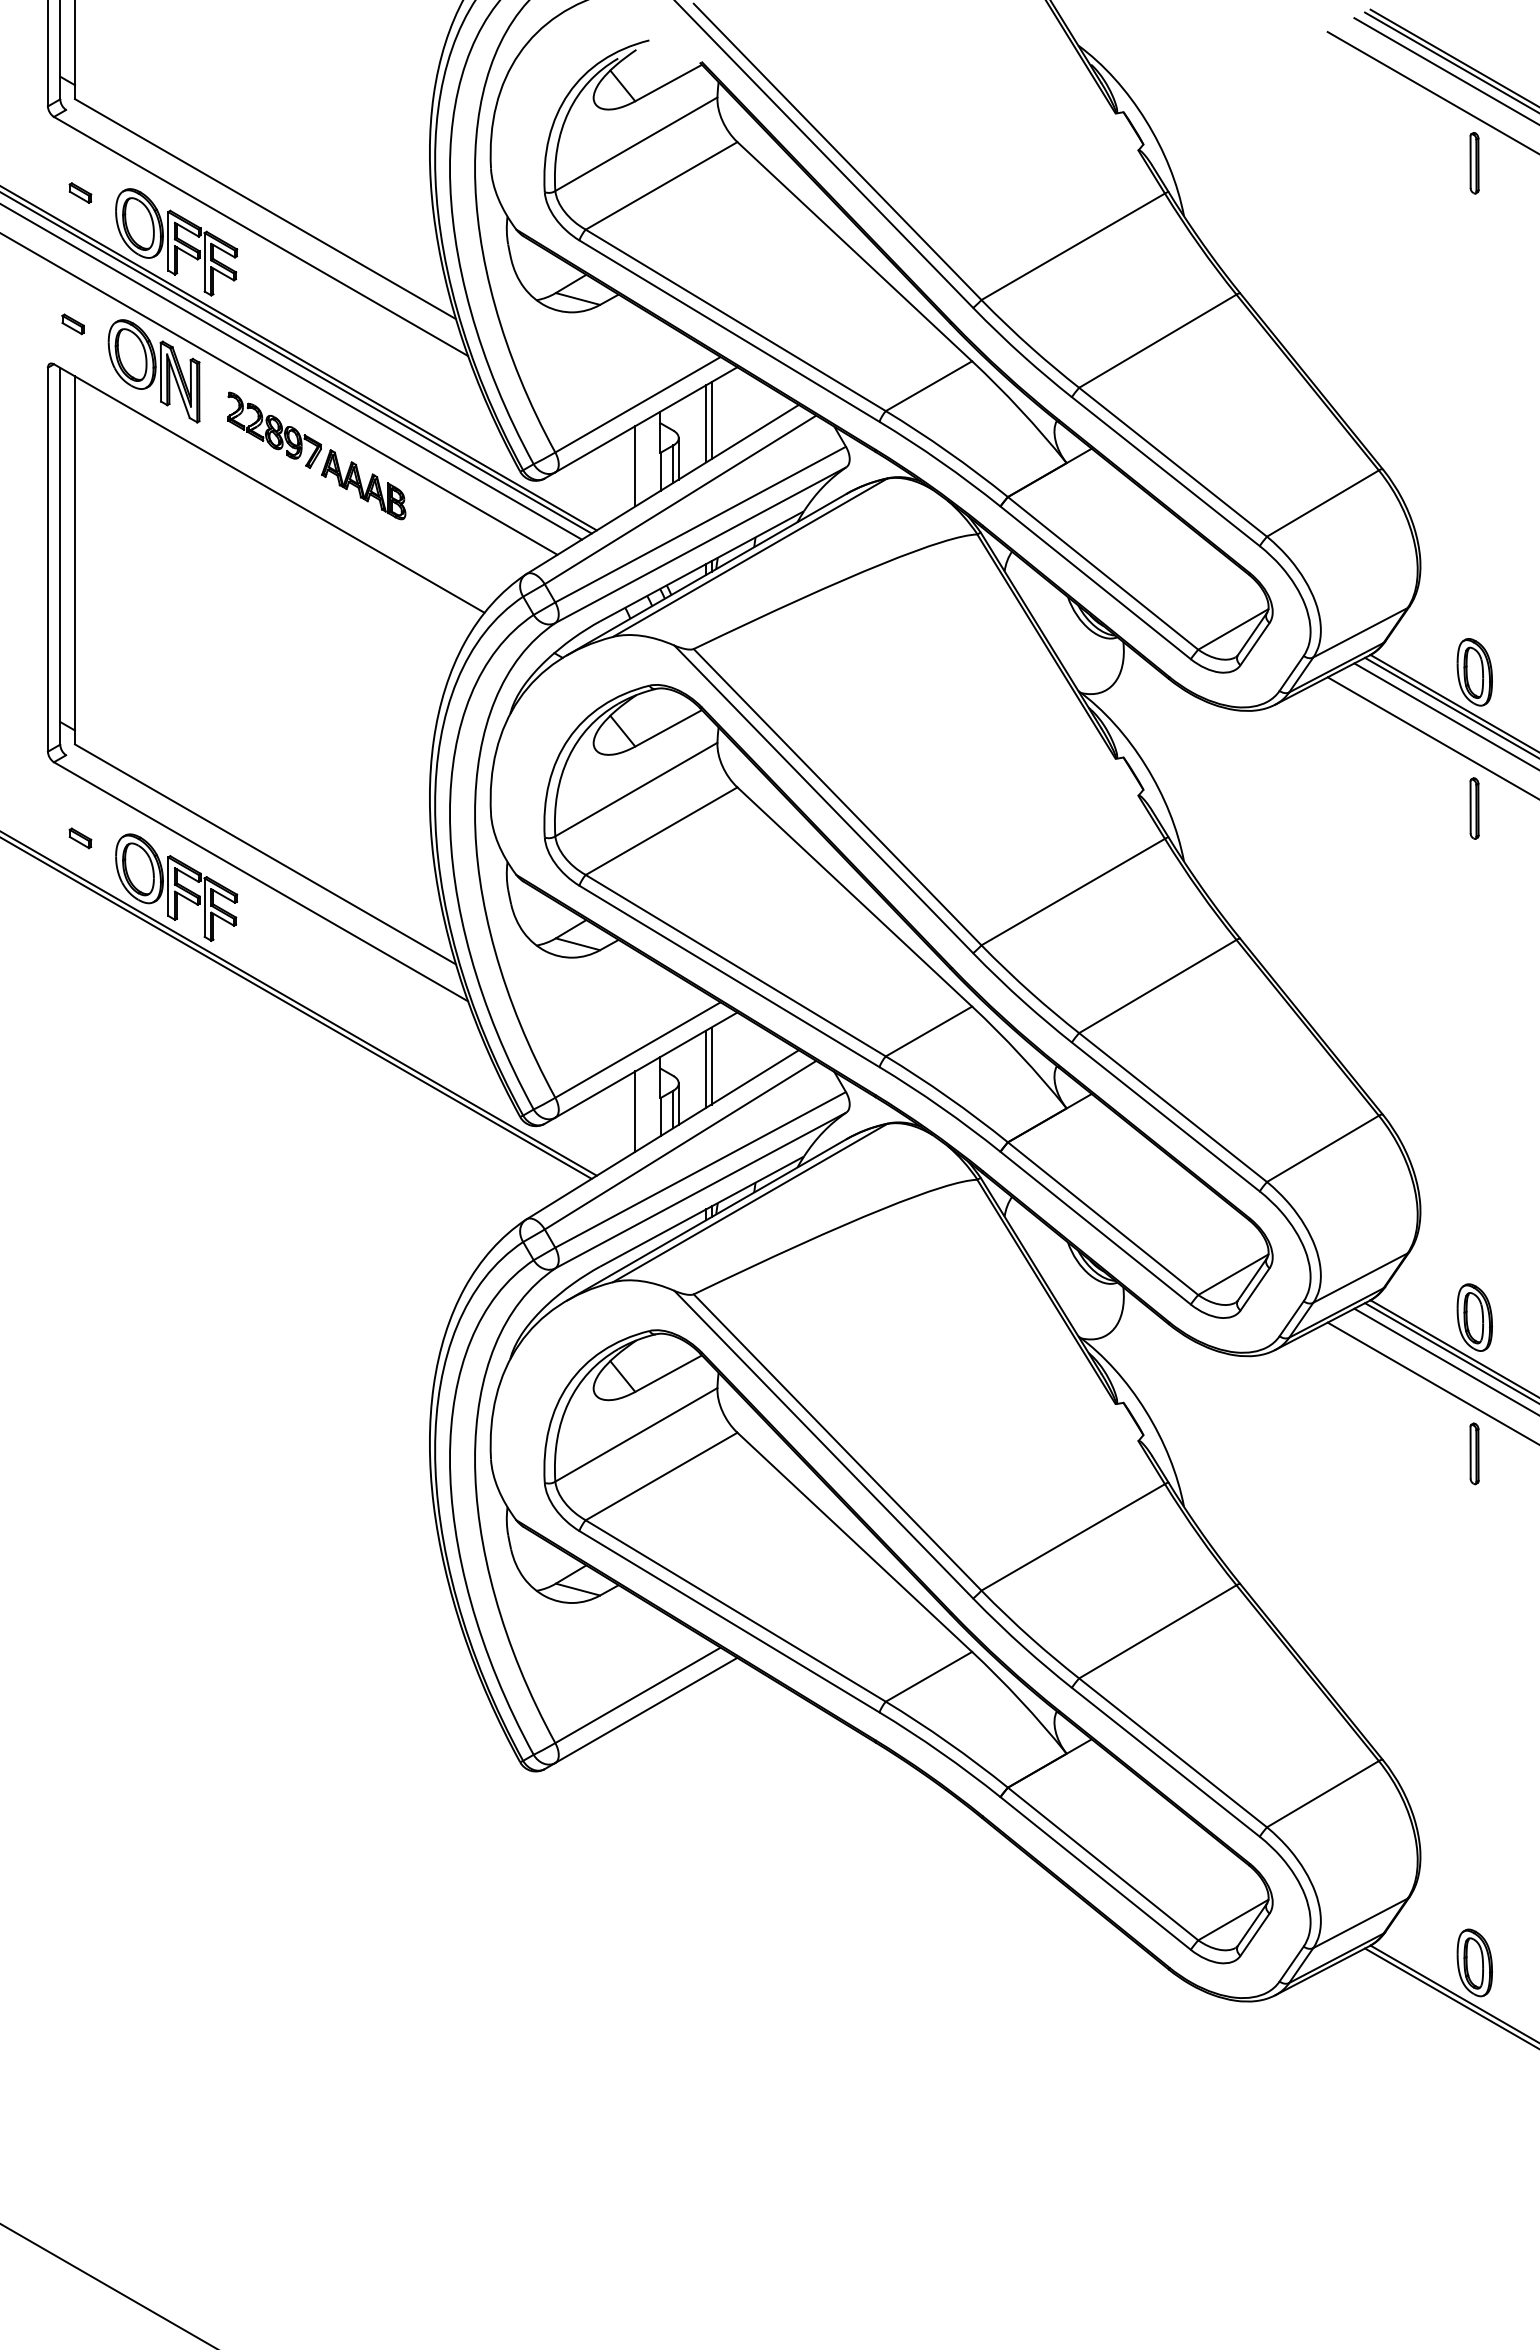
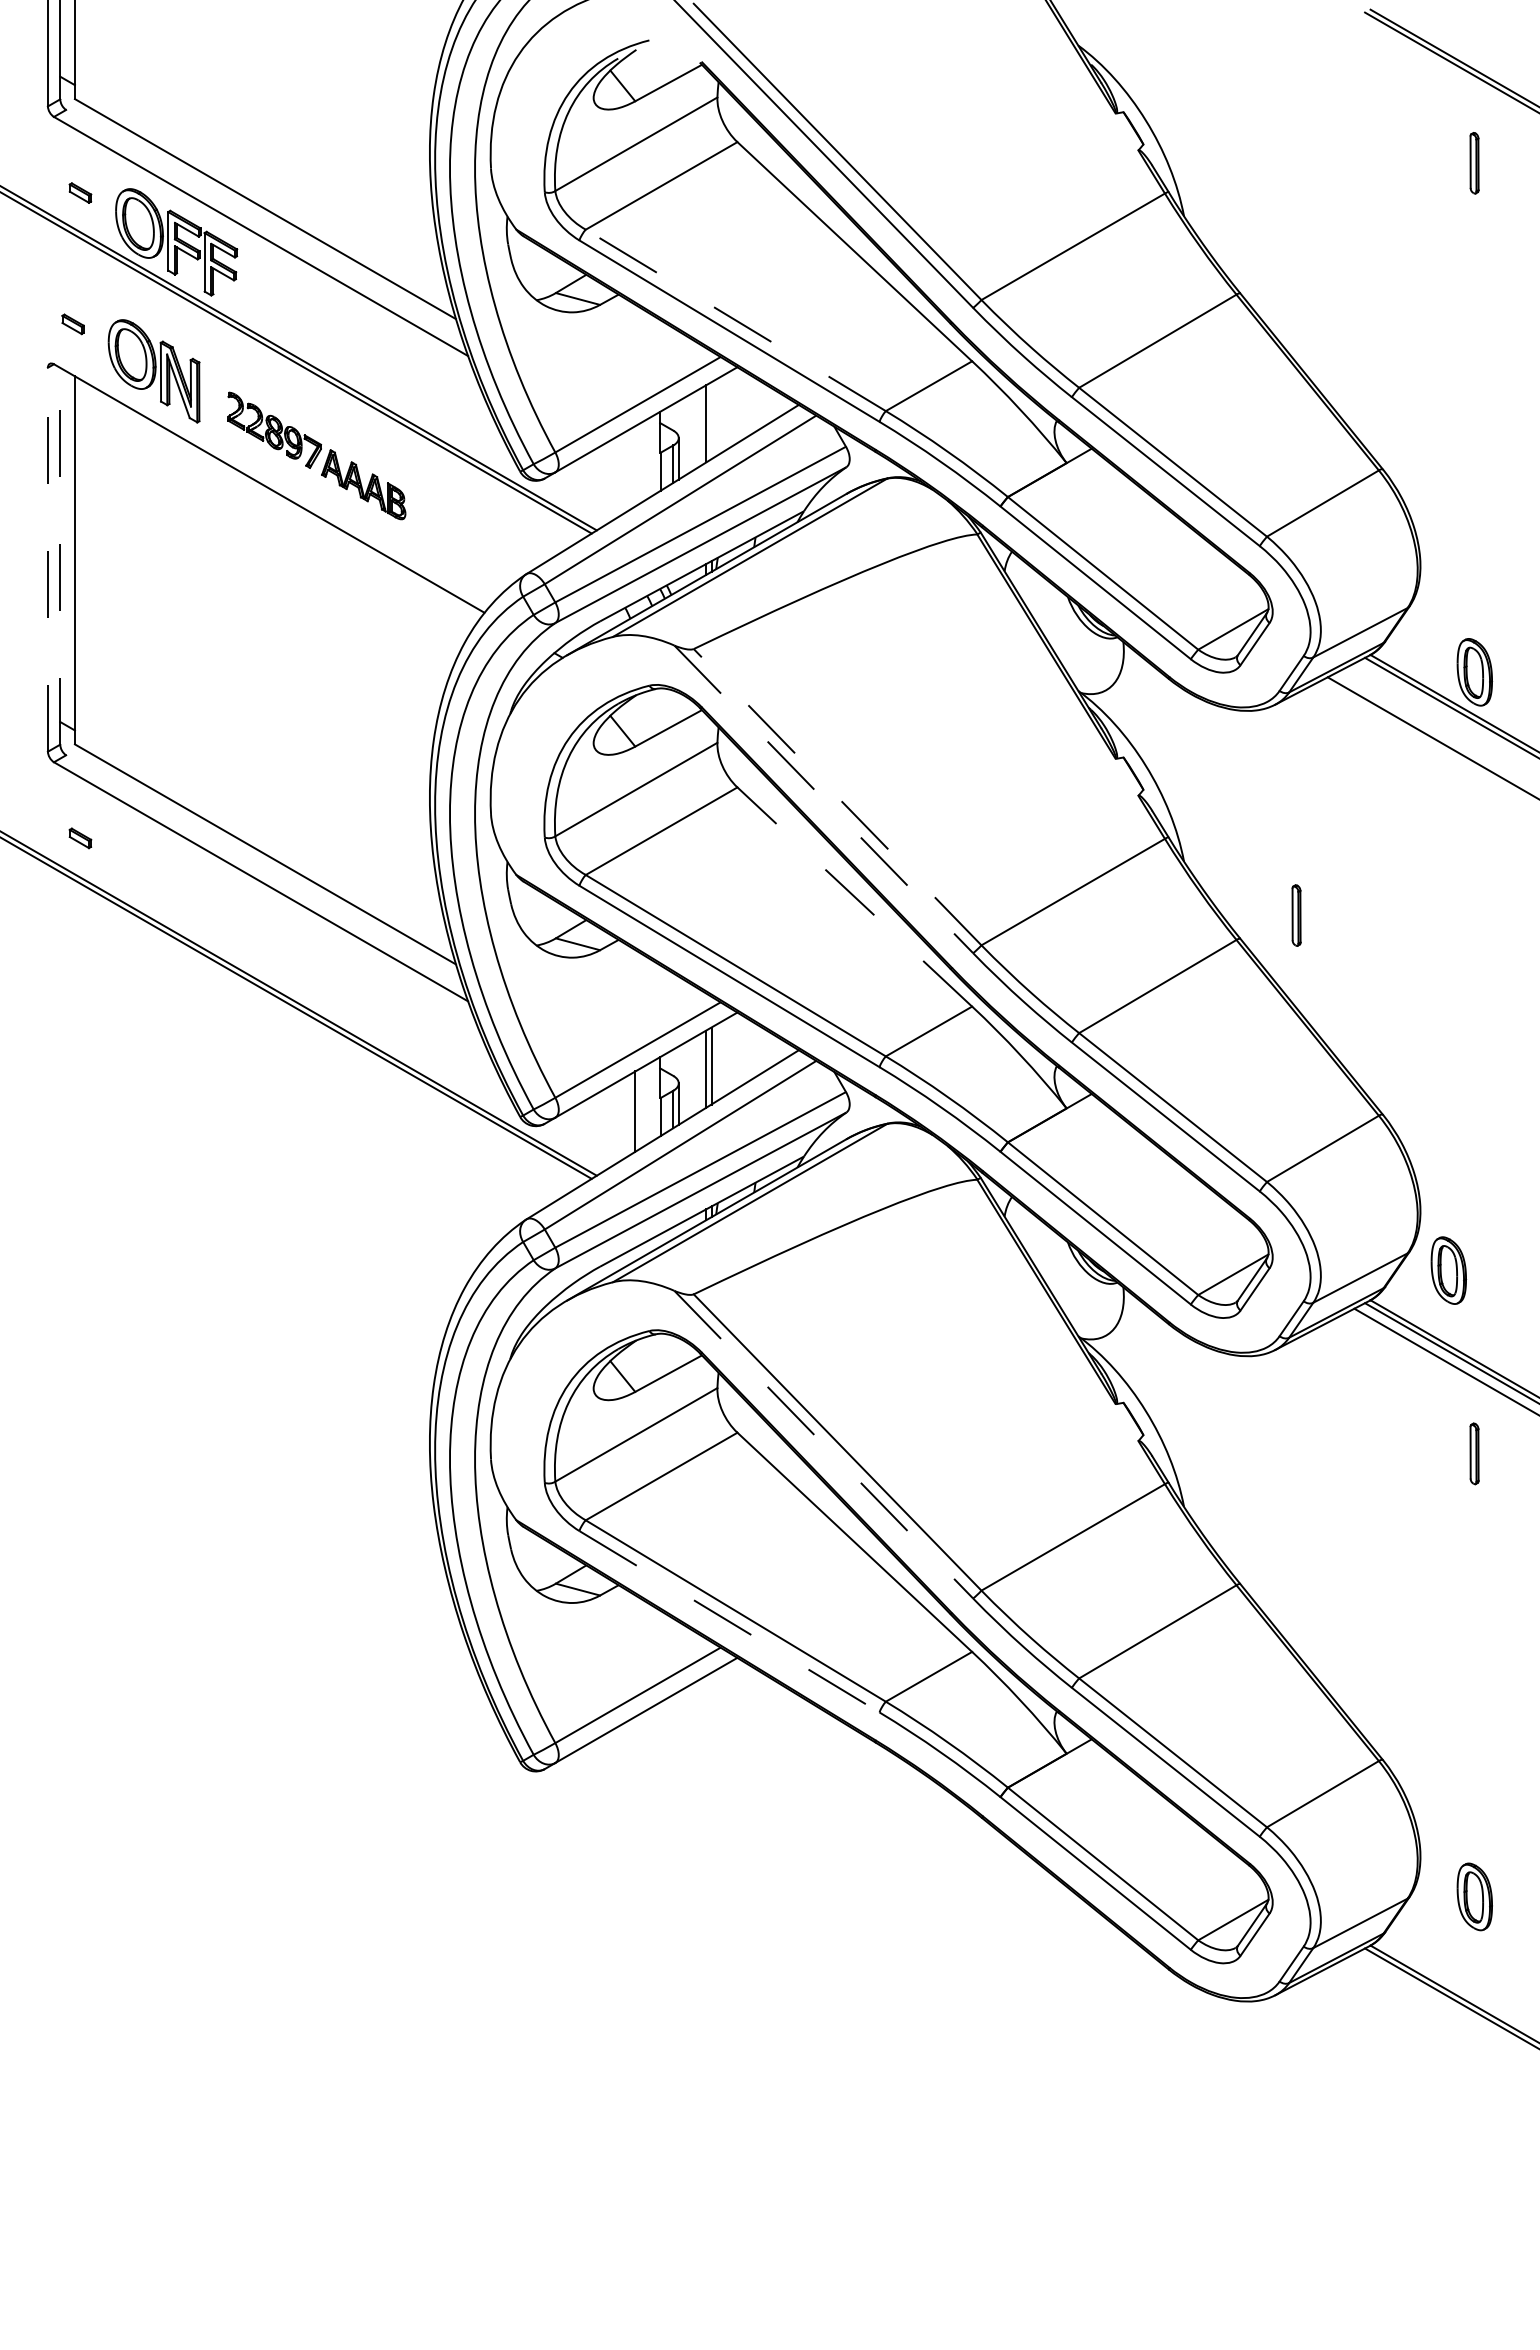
line at (1445, 70): present -> none
line at (1431, 92): present -> none
line at (735, 320): solid -> dashed
line at (291, 372): present -> none
line at (279, 394): present -> none
line at (711, 420): present -> none
line at (635, 466): present -> none
line at (60, 555): solid -> dashed
line at (47, 559): solid -> dashed
line at (1445, 715): present -> none
line at (837, 797): solid -> dashed
line at (824, 799): solid -> dashed
part at (1474, 808) position: (1474, 808) -> (1296, 915)
part at (176, 887): present -> none
line at (854, 897): solid -> dashed
part at (1474, 1317) position: (1474, 1317) -> (1448, 1270)
line at (1431, 1382): present -> none
line at (824, 1445): solid -> dashed
line at (729, 1622): solid -> dashed
part at (1474, 1962) position: (1474, 1962) -> (1474, 1896)
line at (107, 2285): present -> none
